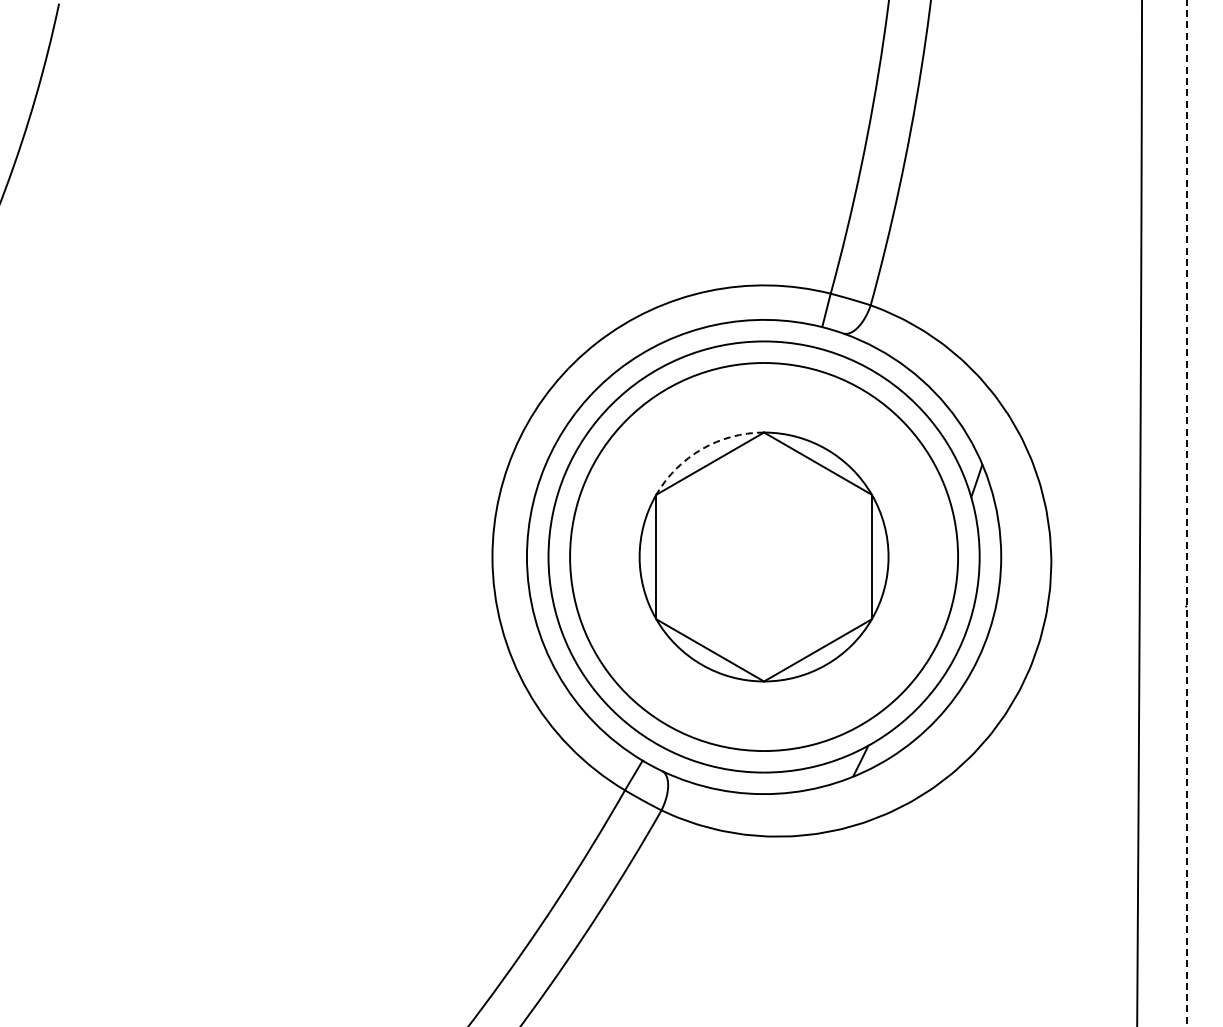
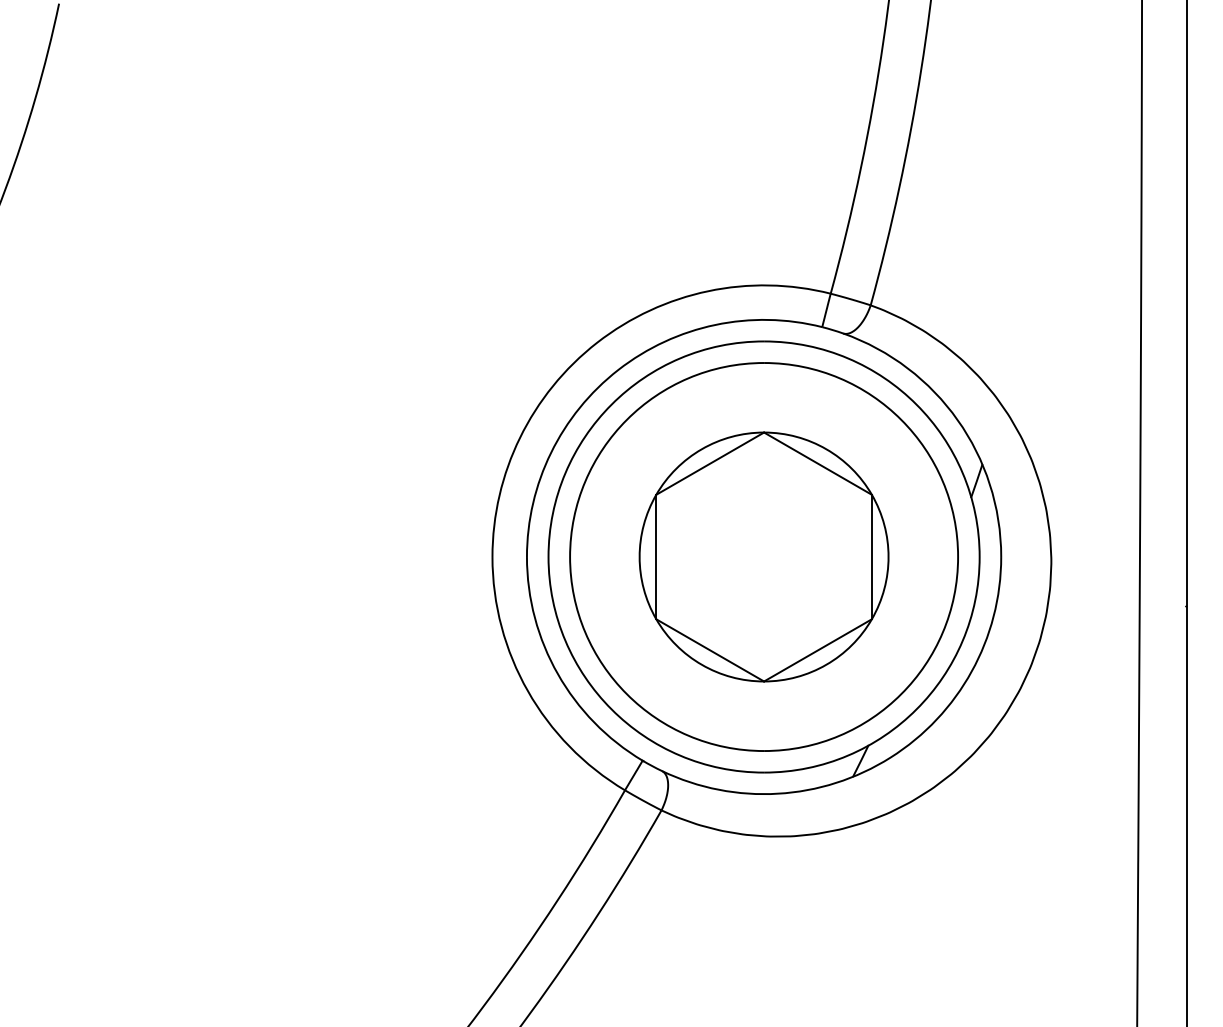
arc at (701, 449): dashed -> solid
line at (1186, 513): dashed -> solid
